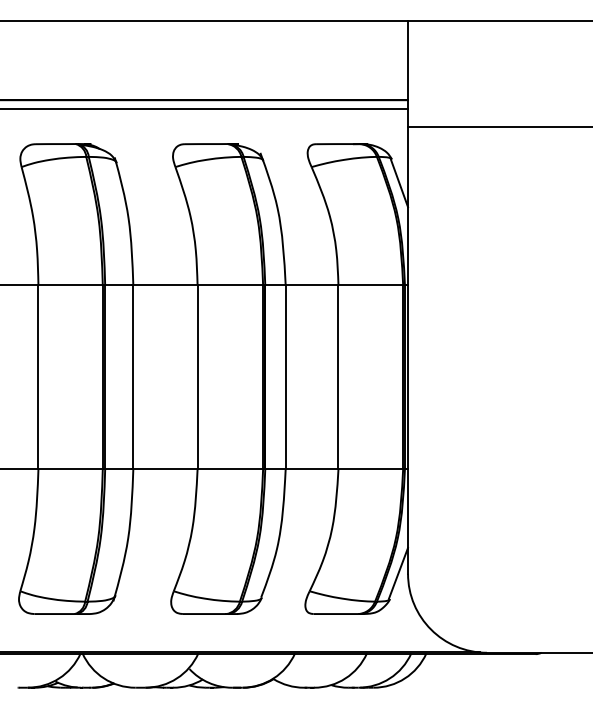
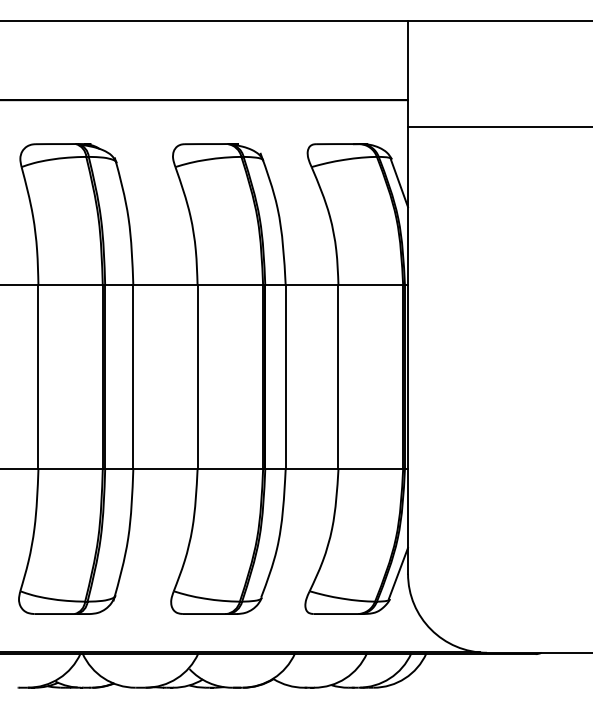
line at (205, 108): present -> none
